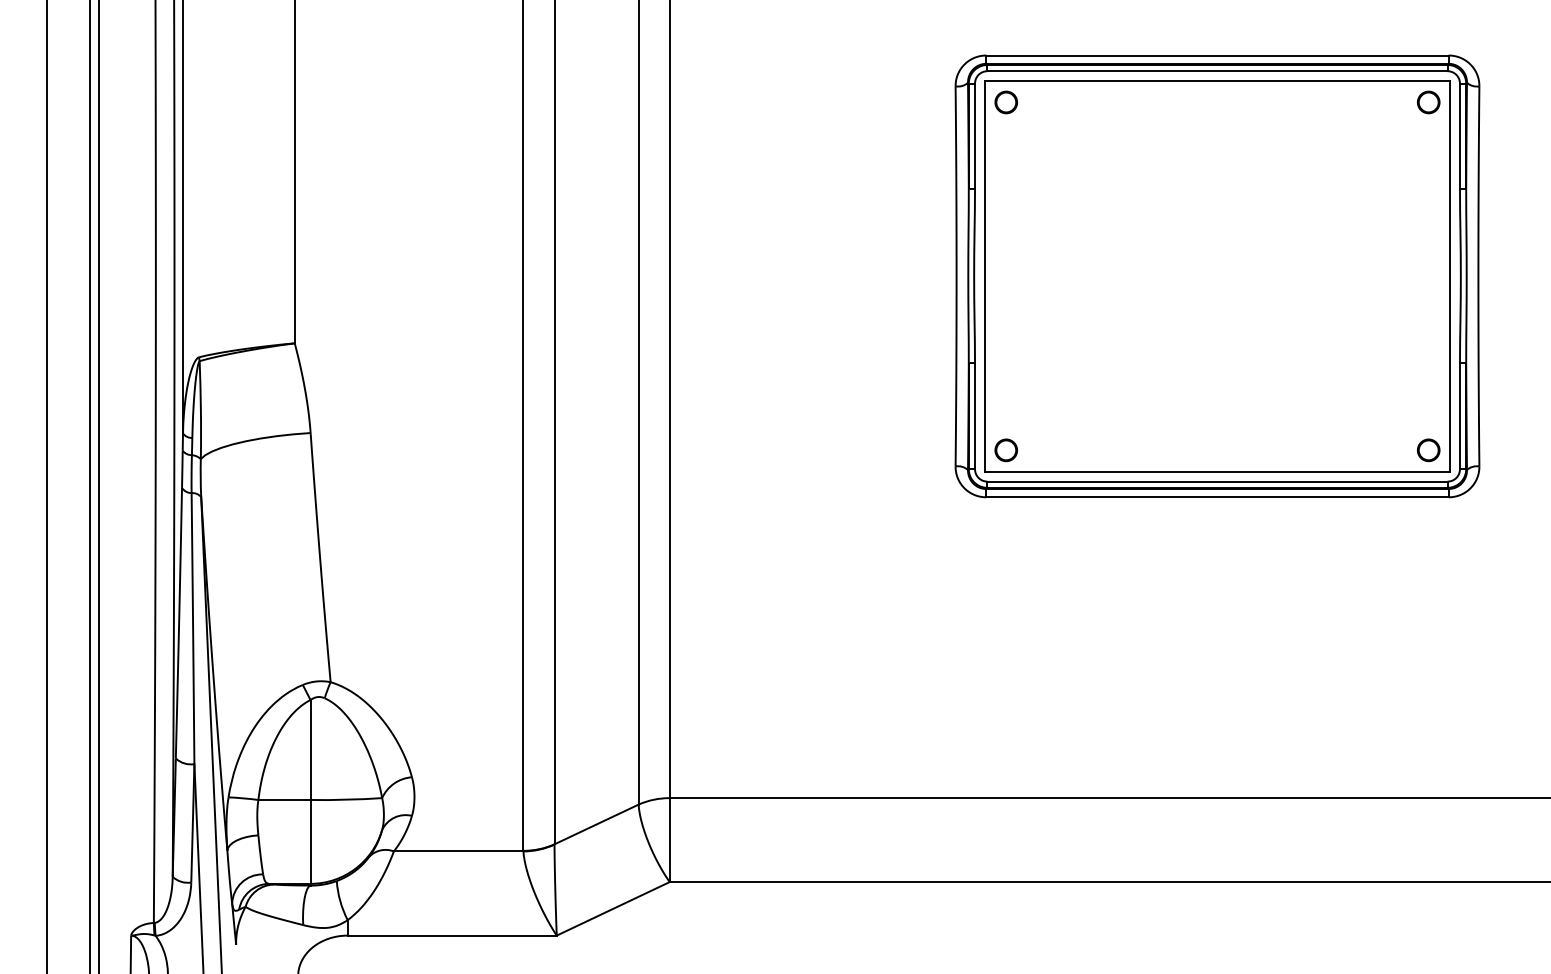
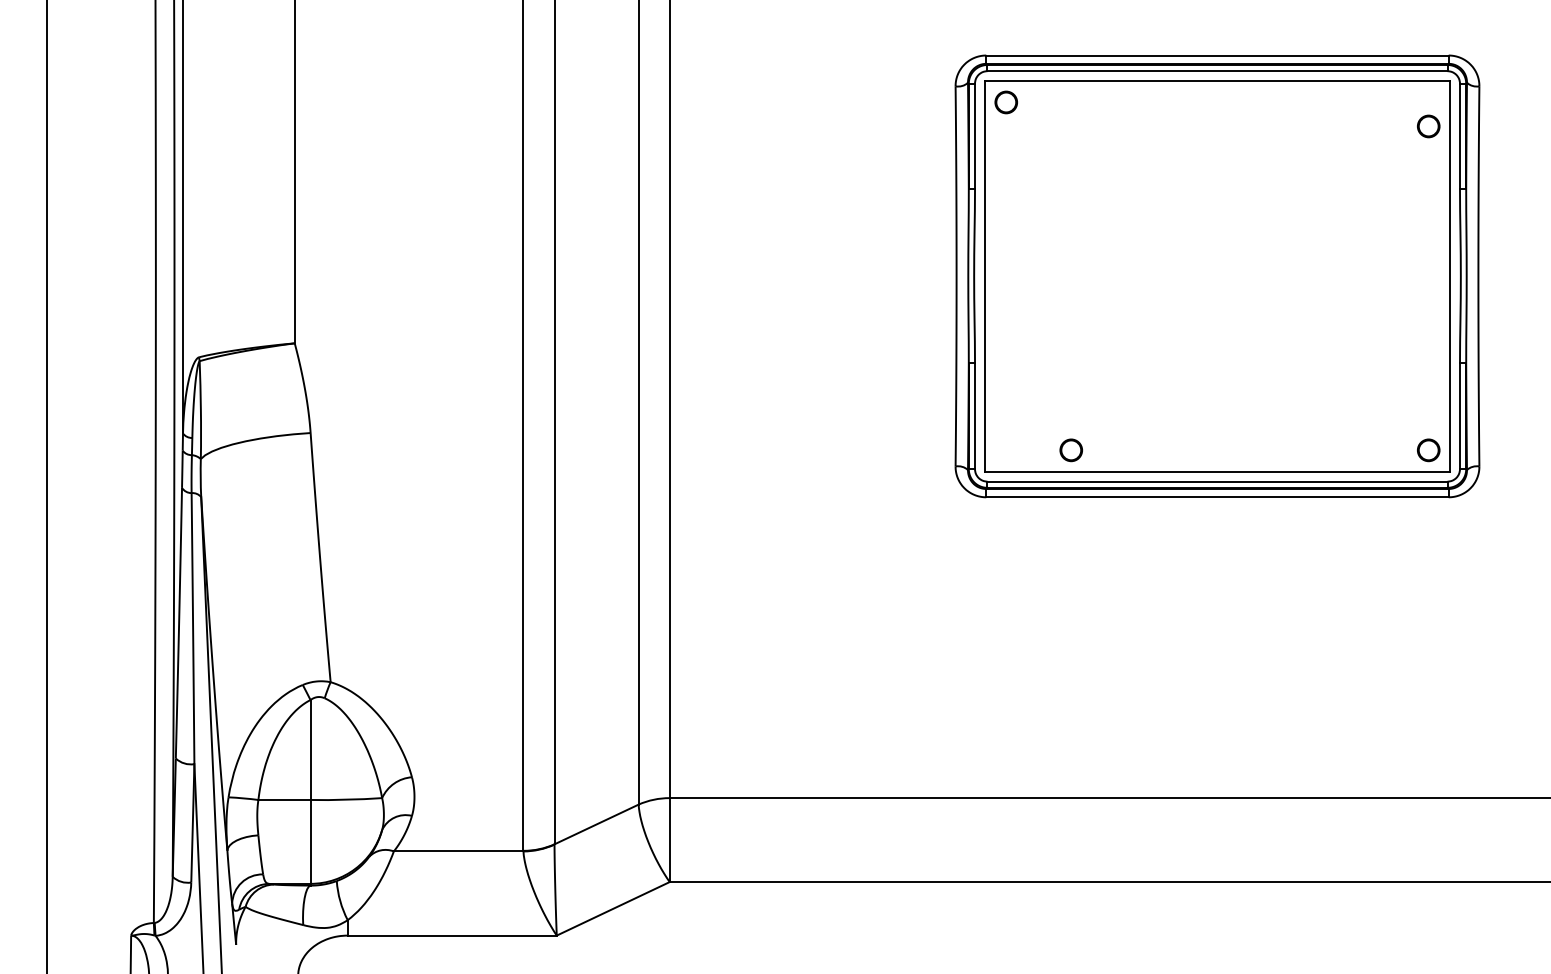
part at (1428, 102) position: (1428, 102) -> (1428, 126)
part at (1005, 450) position: (1005, 450) -> (1070, 450)
line at (90, 486): present -> none
line at (99, 486): present -> none
